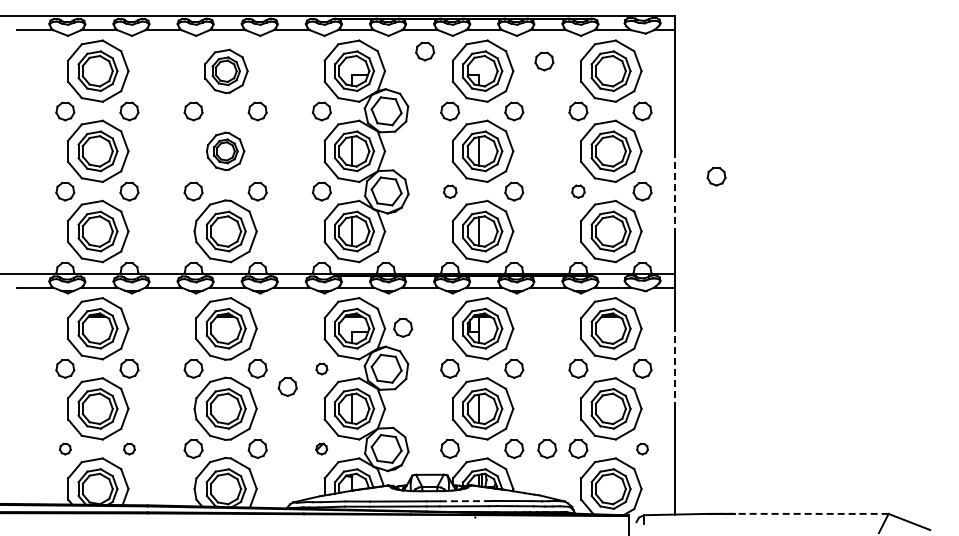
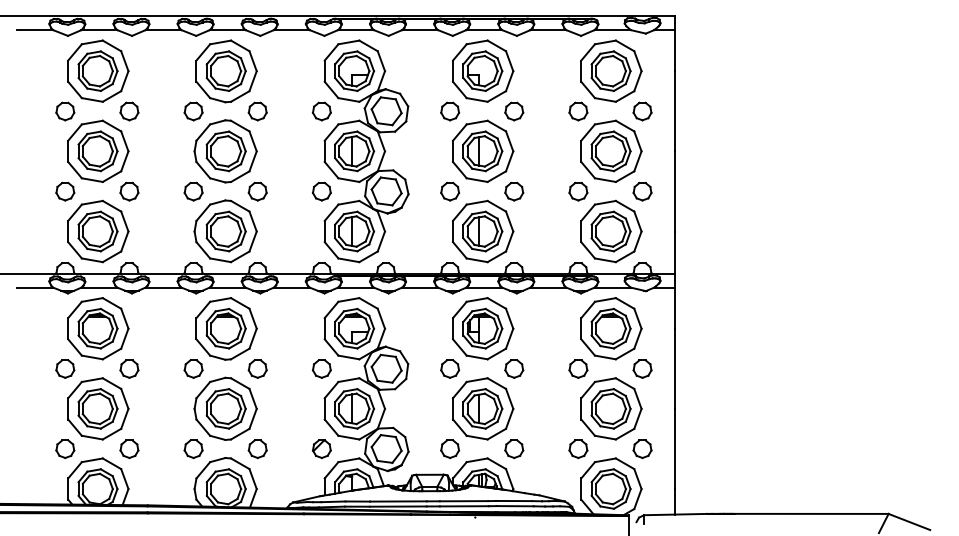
part at (425, 51): present -> none
part at (544, 61): present -> none
part at (226, 70) size: 45x46 px -> 63x65 px
part at (225, 150) size: 40x40 px -> 65x65 px
part at (716, 176): present -> none
part at (450, 191) size: 15x15 px -> 21x20 px
part at (578, 191) size: 15x15 px -> 21x21 px
line at (674, 191): dashed -> solid
part at (403, 327): present -> none
part at (321, 368) size: 14x14 px -> 20x20 px
line at (674, 368): dashed -> solid
part at (287, 386): present -> none
part at (65, 448) size: 13x14 px -> 21x20 px
part at (129, 448) size: 13x14 px -> 21x20 px
part at (321, 448) size: 14x14 px -> 21x20 px
part at (547, 448): present -> none
part at (642, 448) size: 13x14 px -> 21x20 px
line at (464, 501): dashed -> solid
line at (805, 513): dashed -> solid
